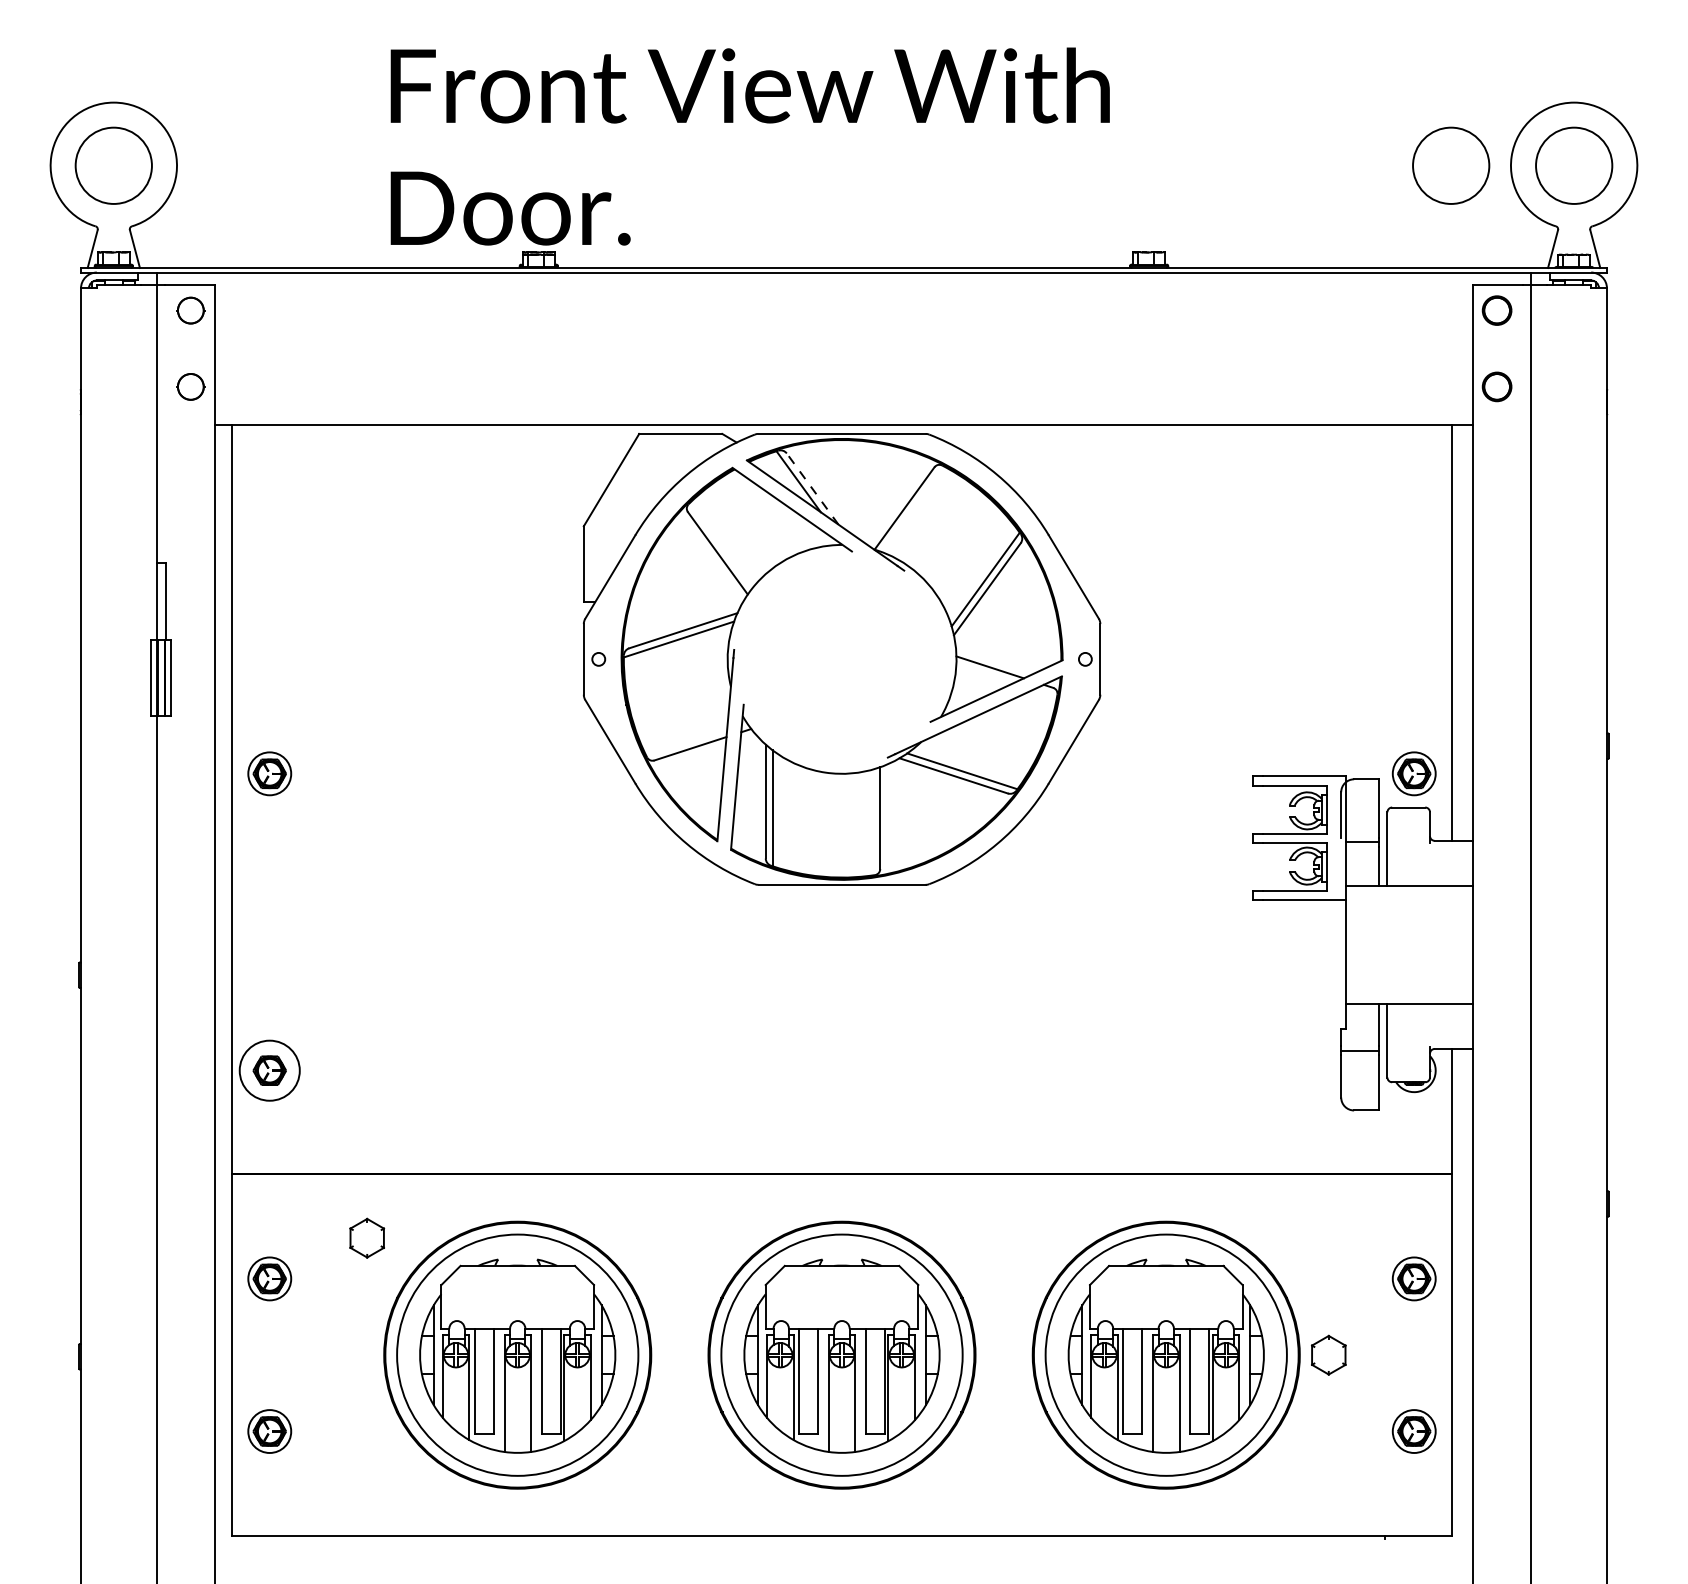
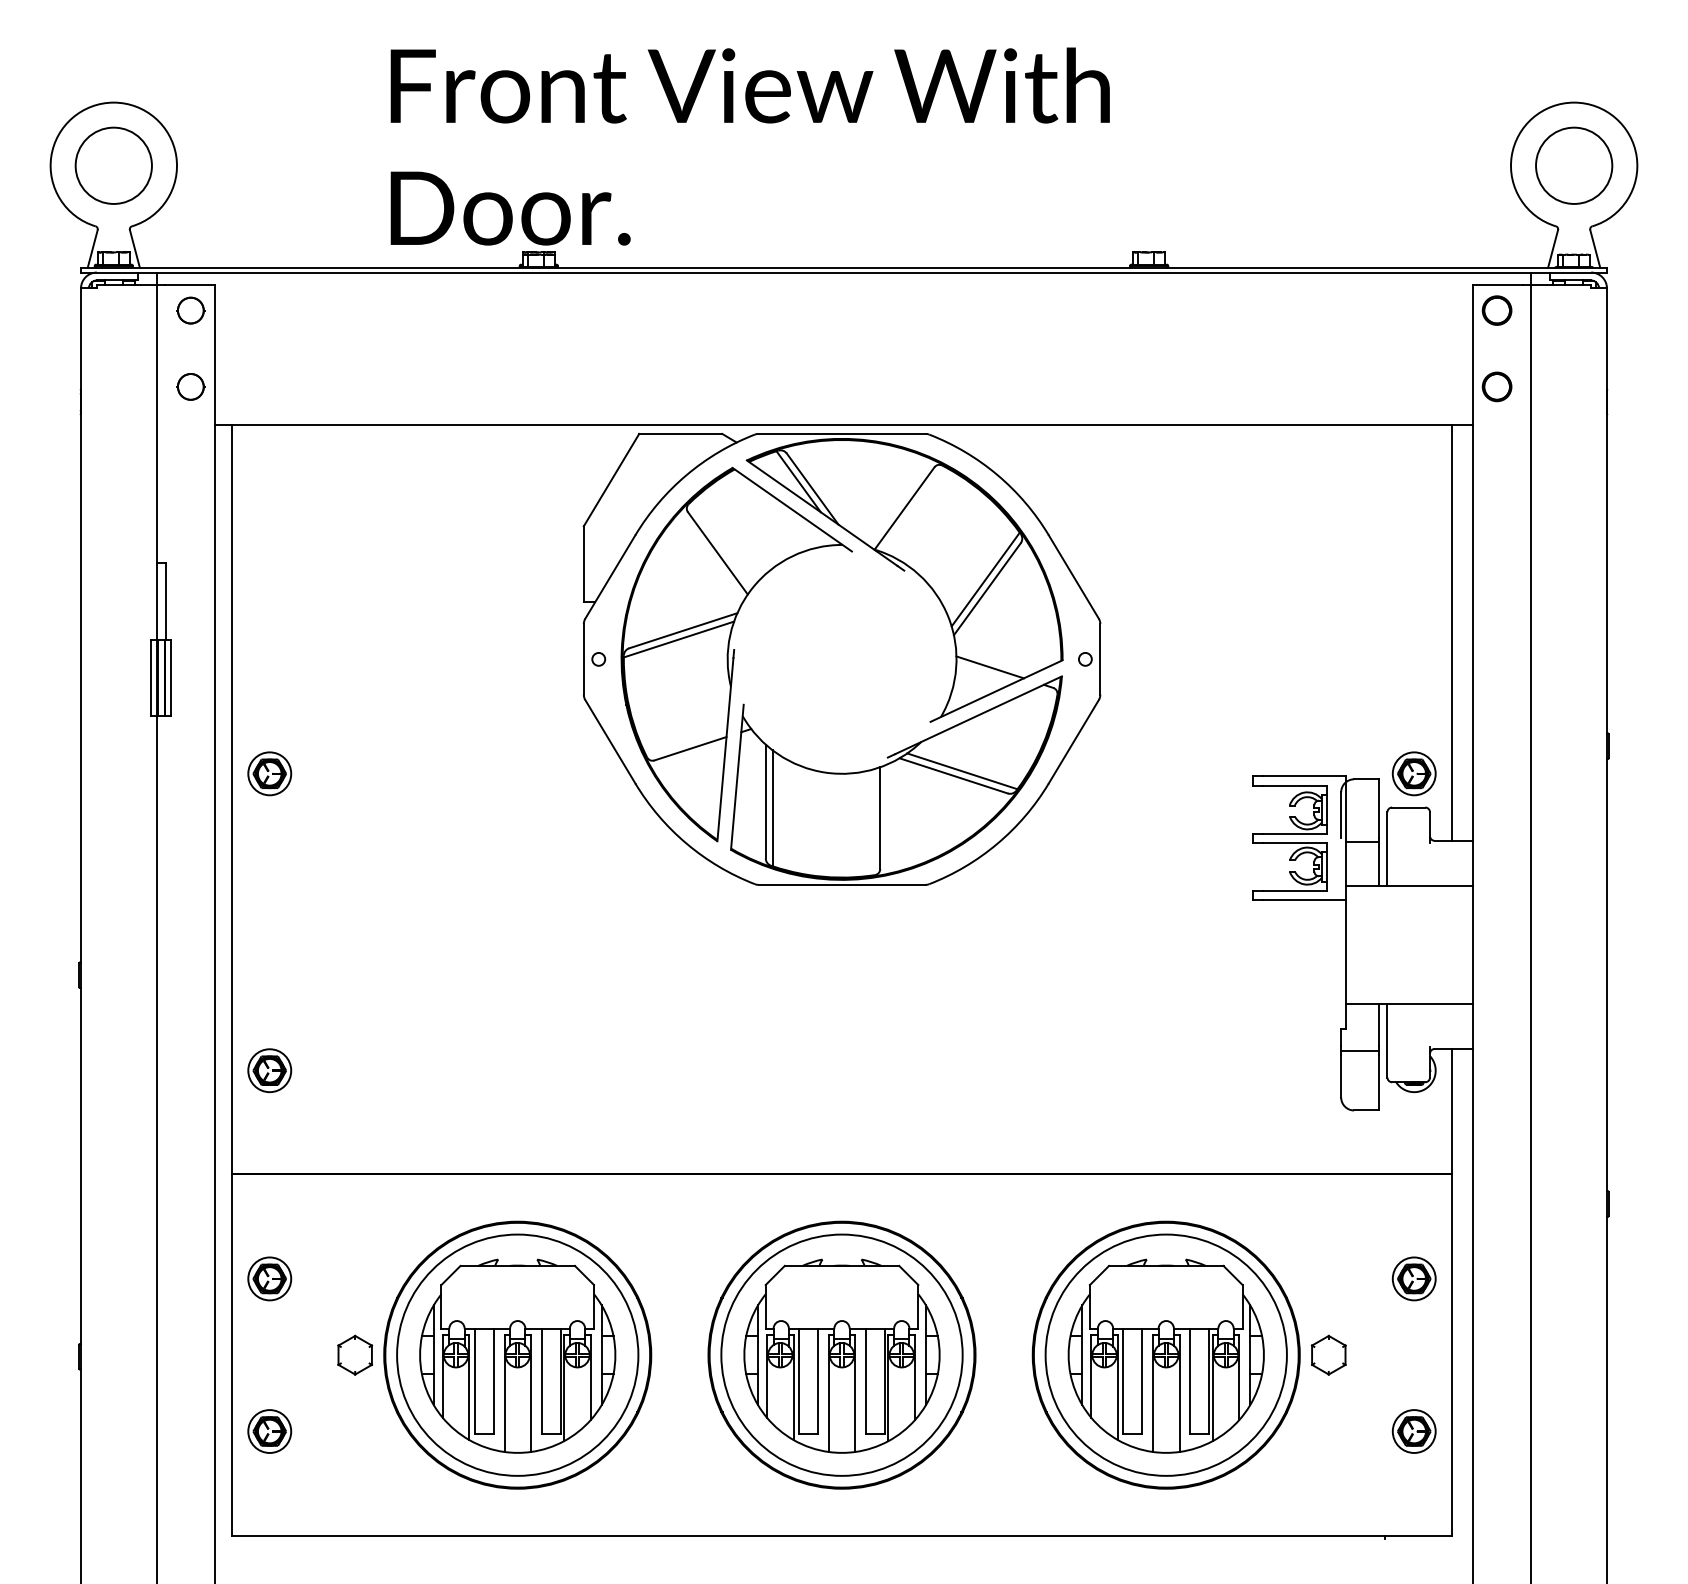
circle at (1451, 165): present -> none
line at (812, 489): dashed -> solid
circle at (269, 1070) diameter: 60 px -> 43 px
part at (367, 1237) position: (367, 1237) -> (355, 1354)
